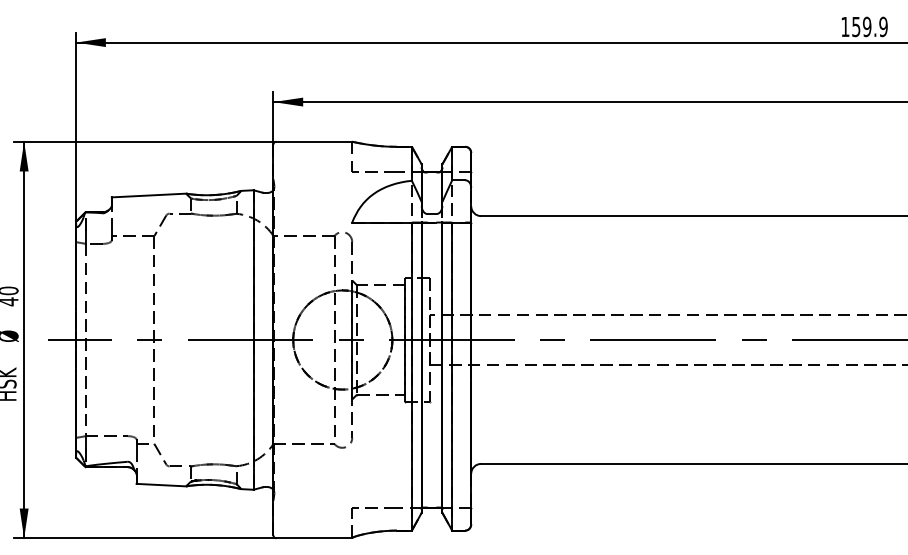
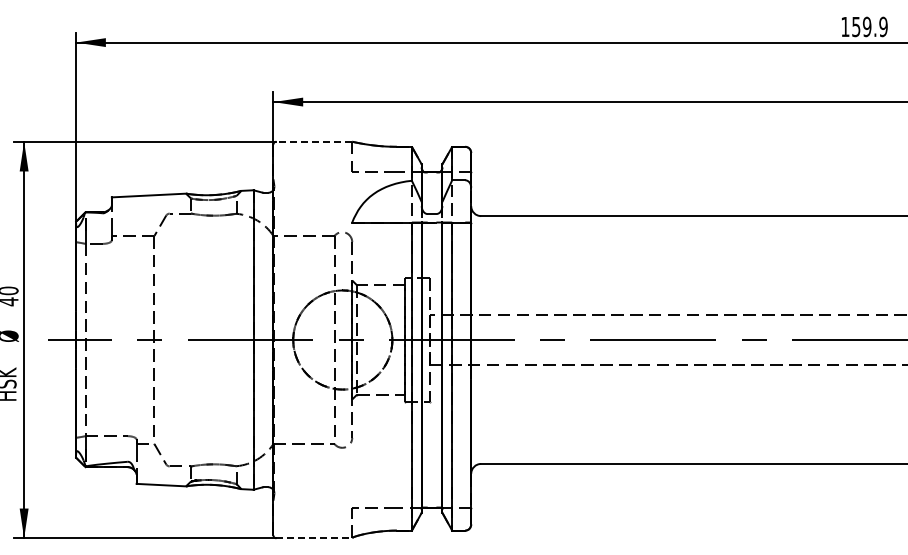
line at (314, 141): solid -> dashed
line at (314, 538): solid -> dashed
